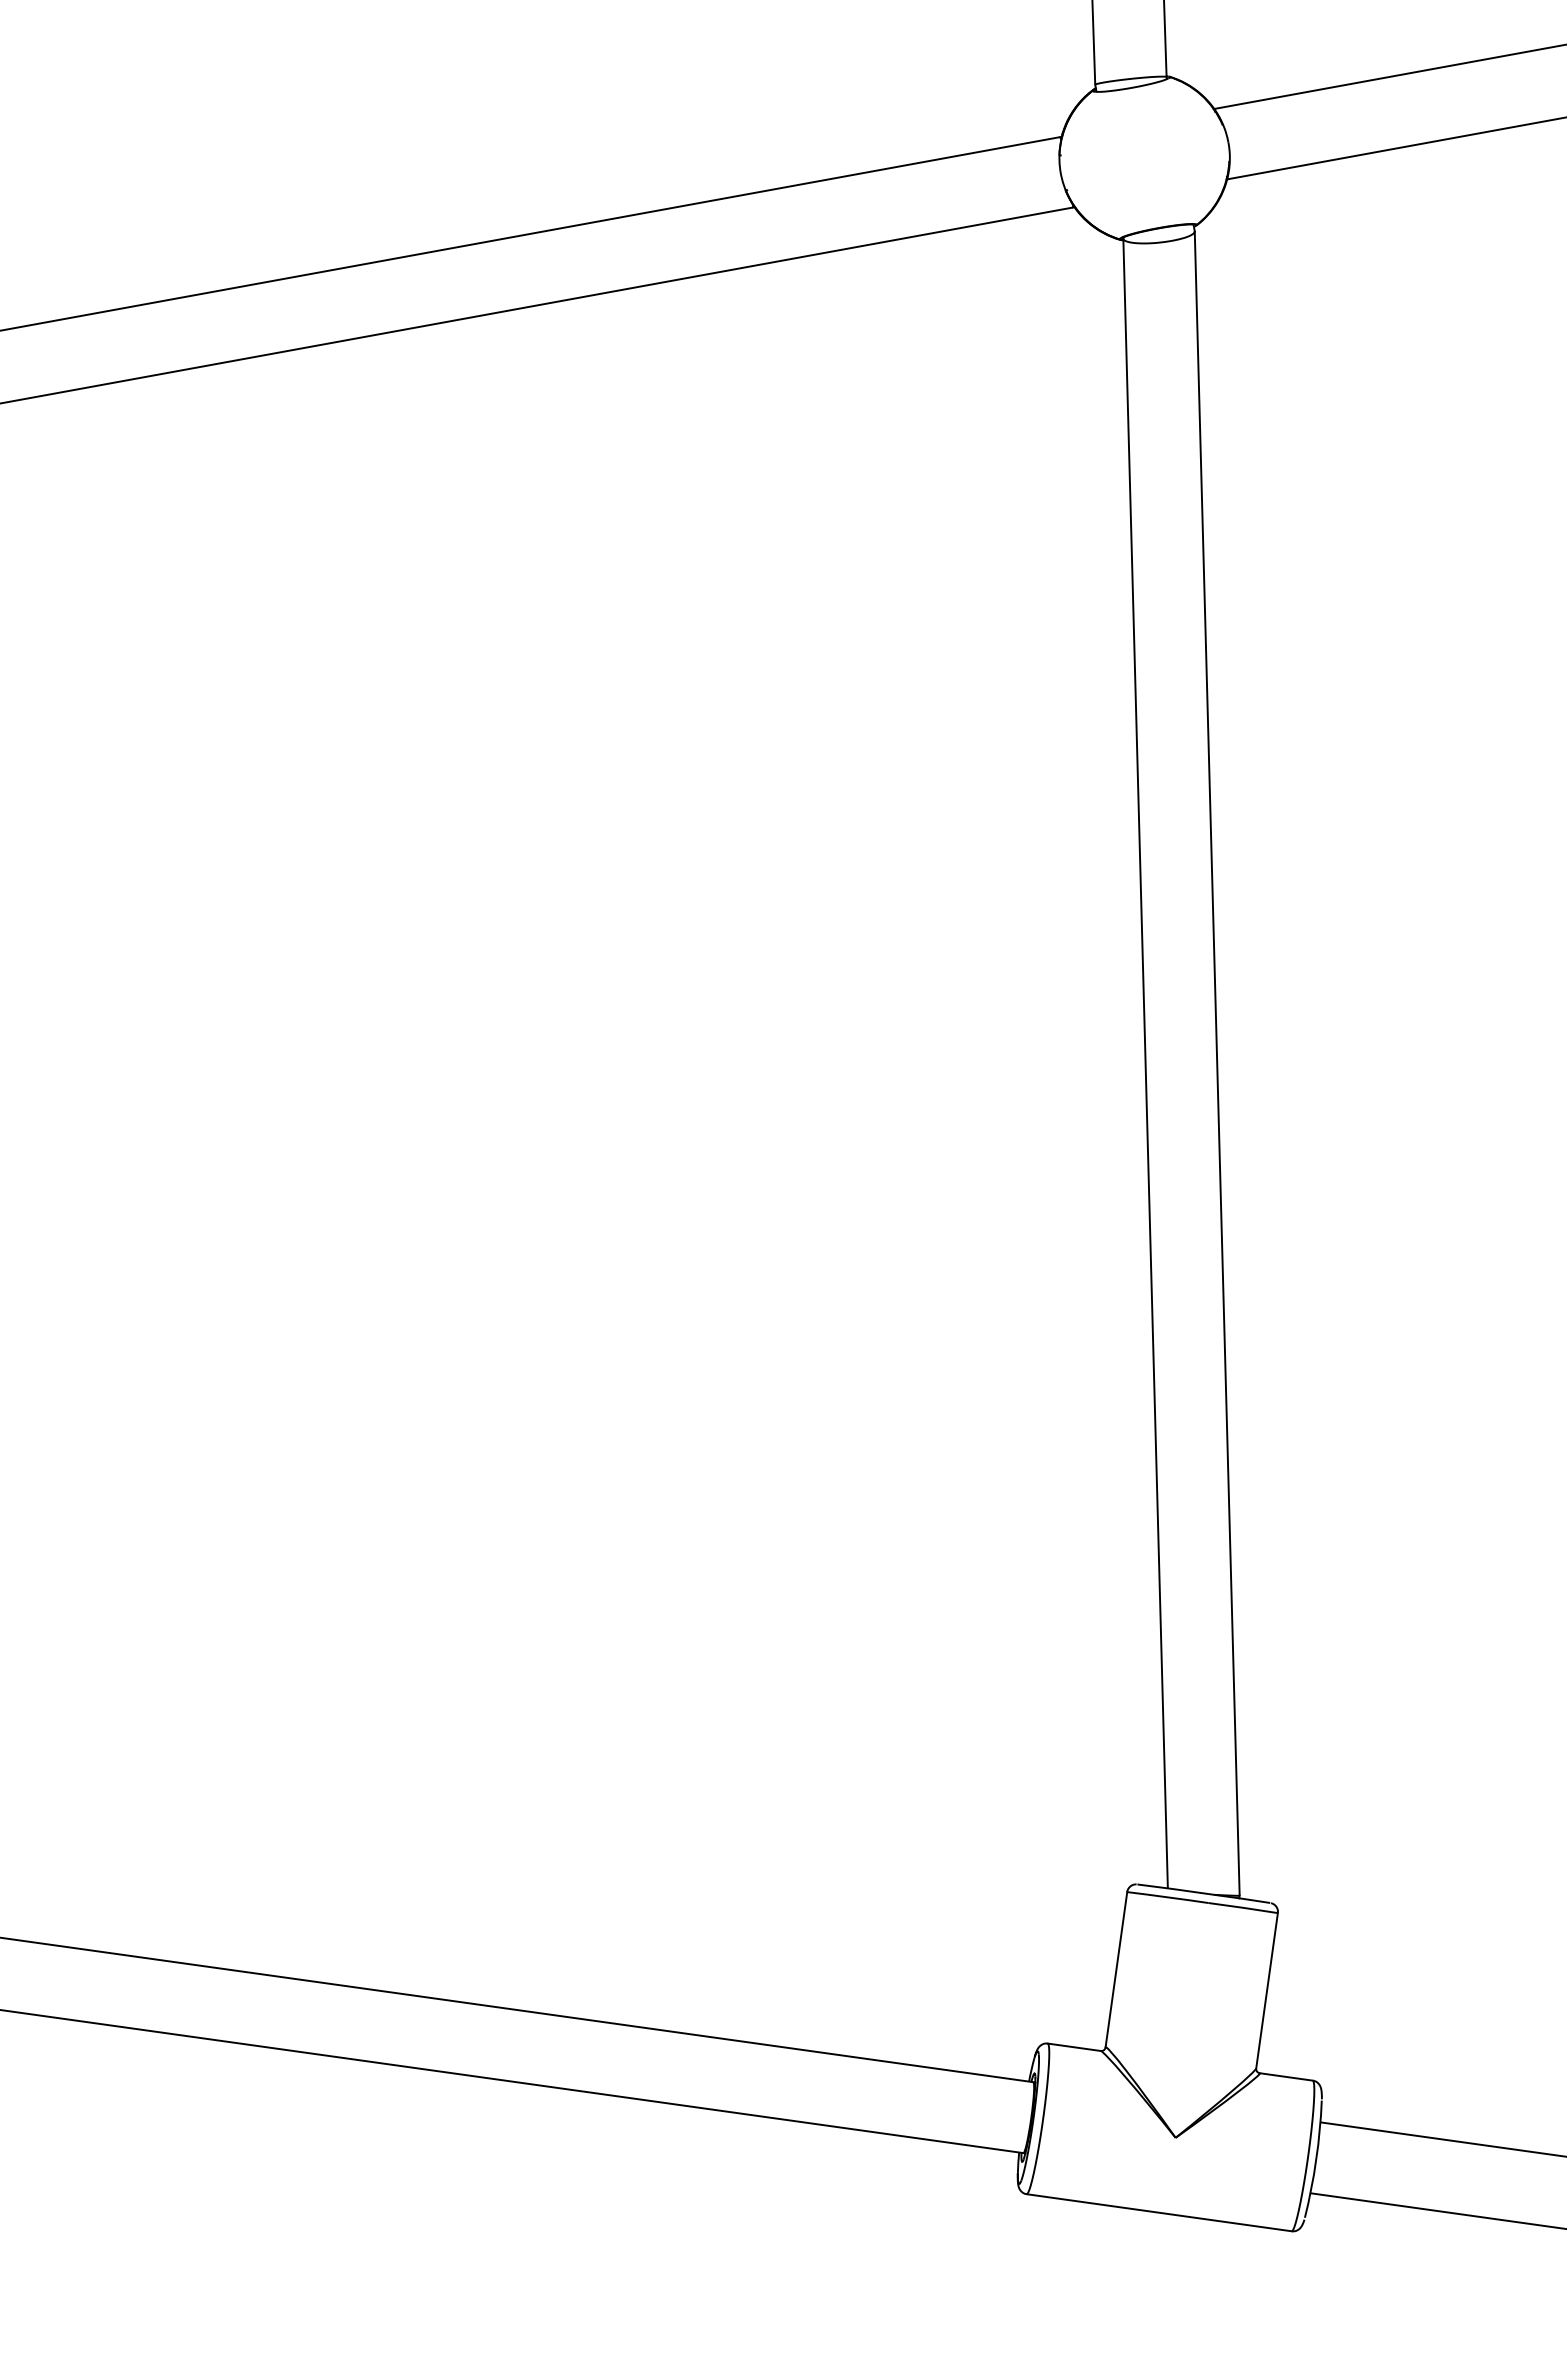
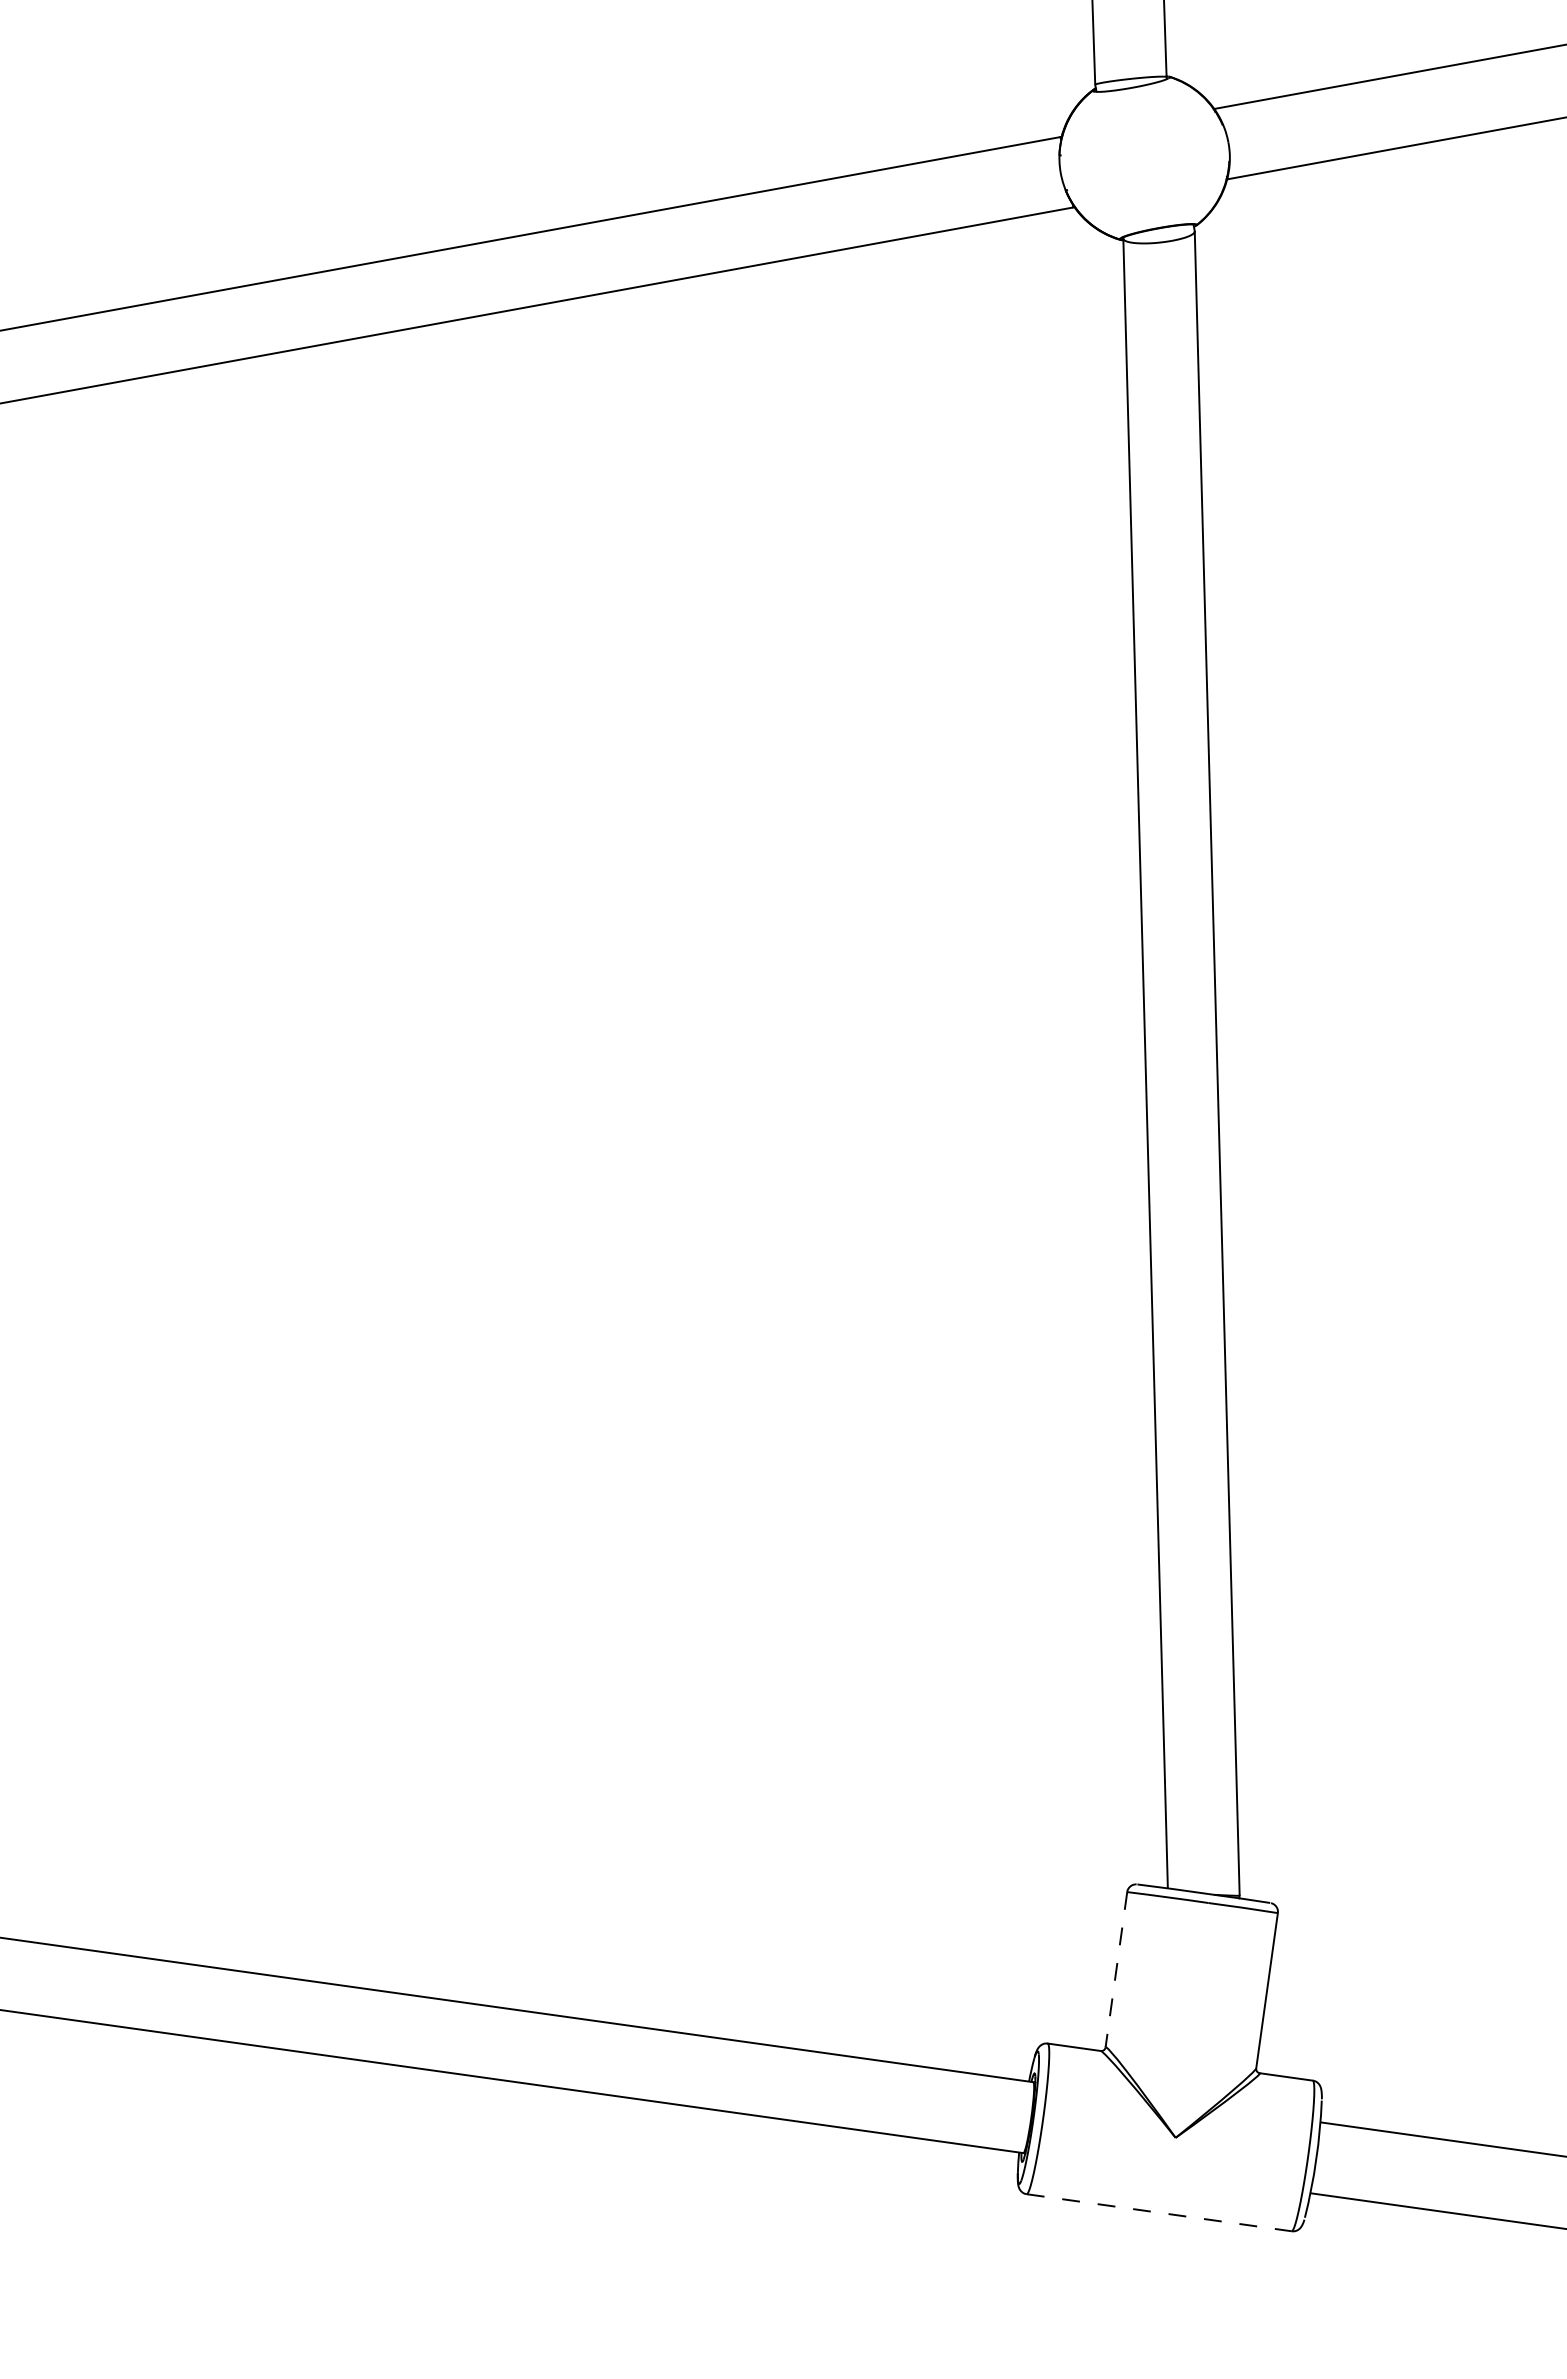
line at (1116, 1970): solid -> dashed
line at (1159, 2212): solid -> dashed
